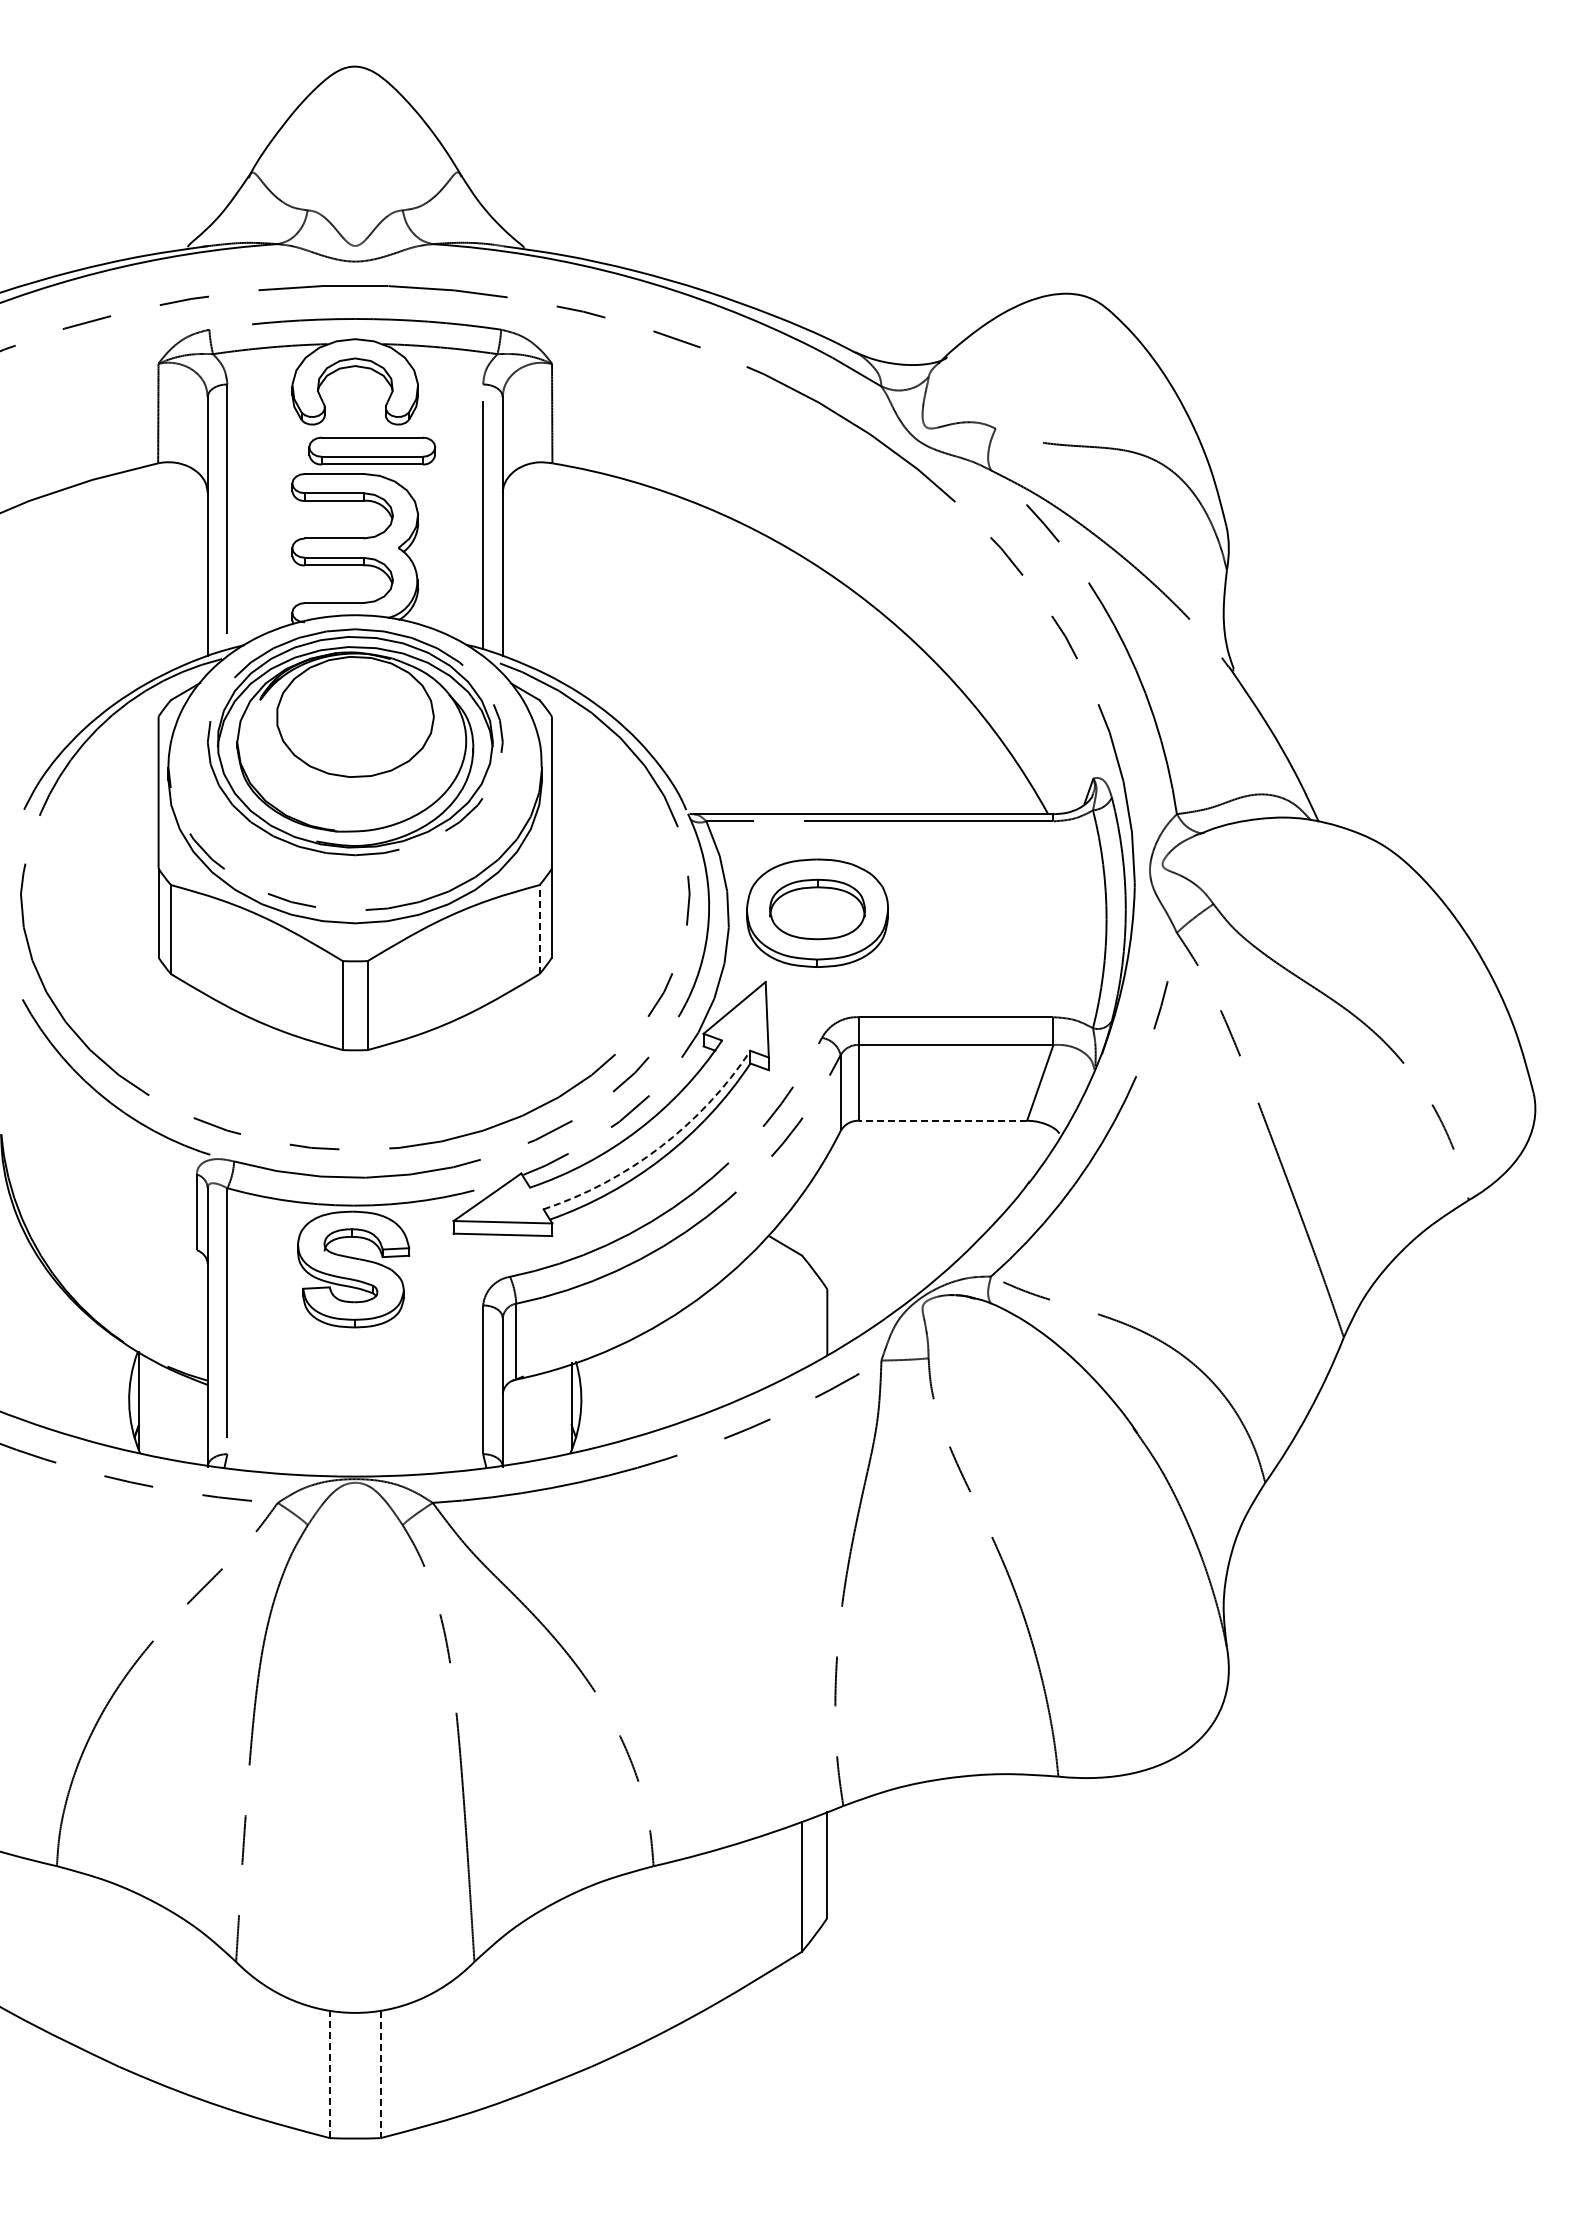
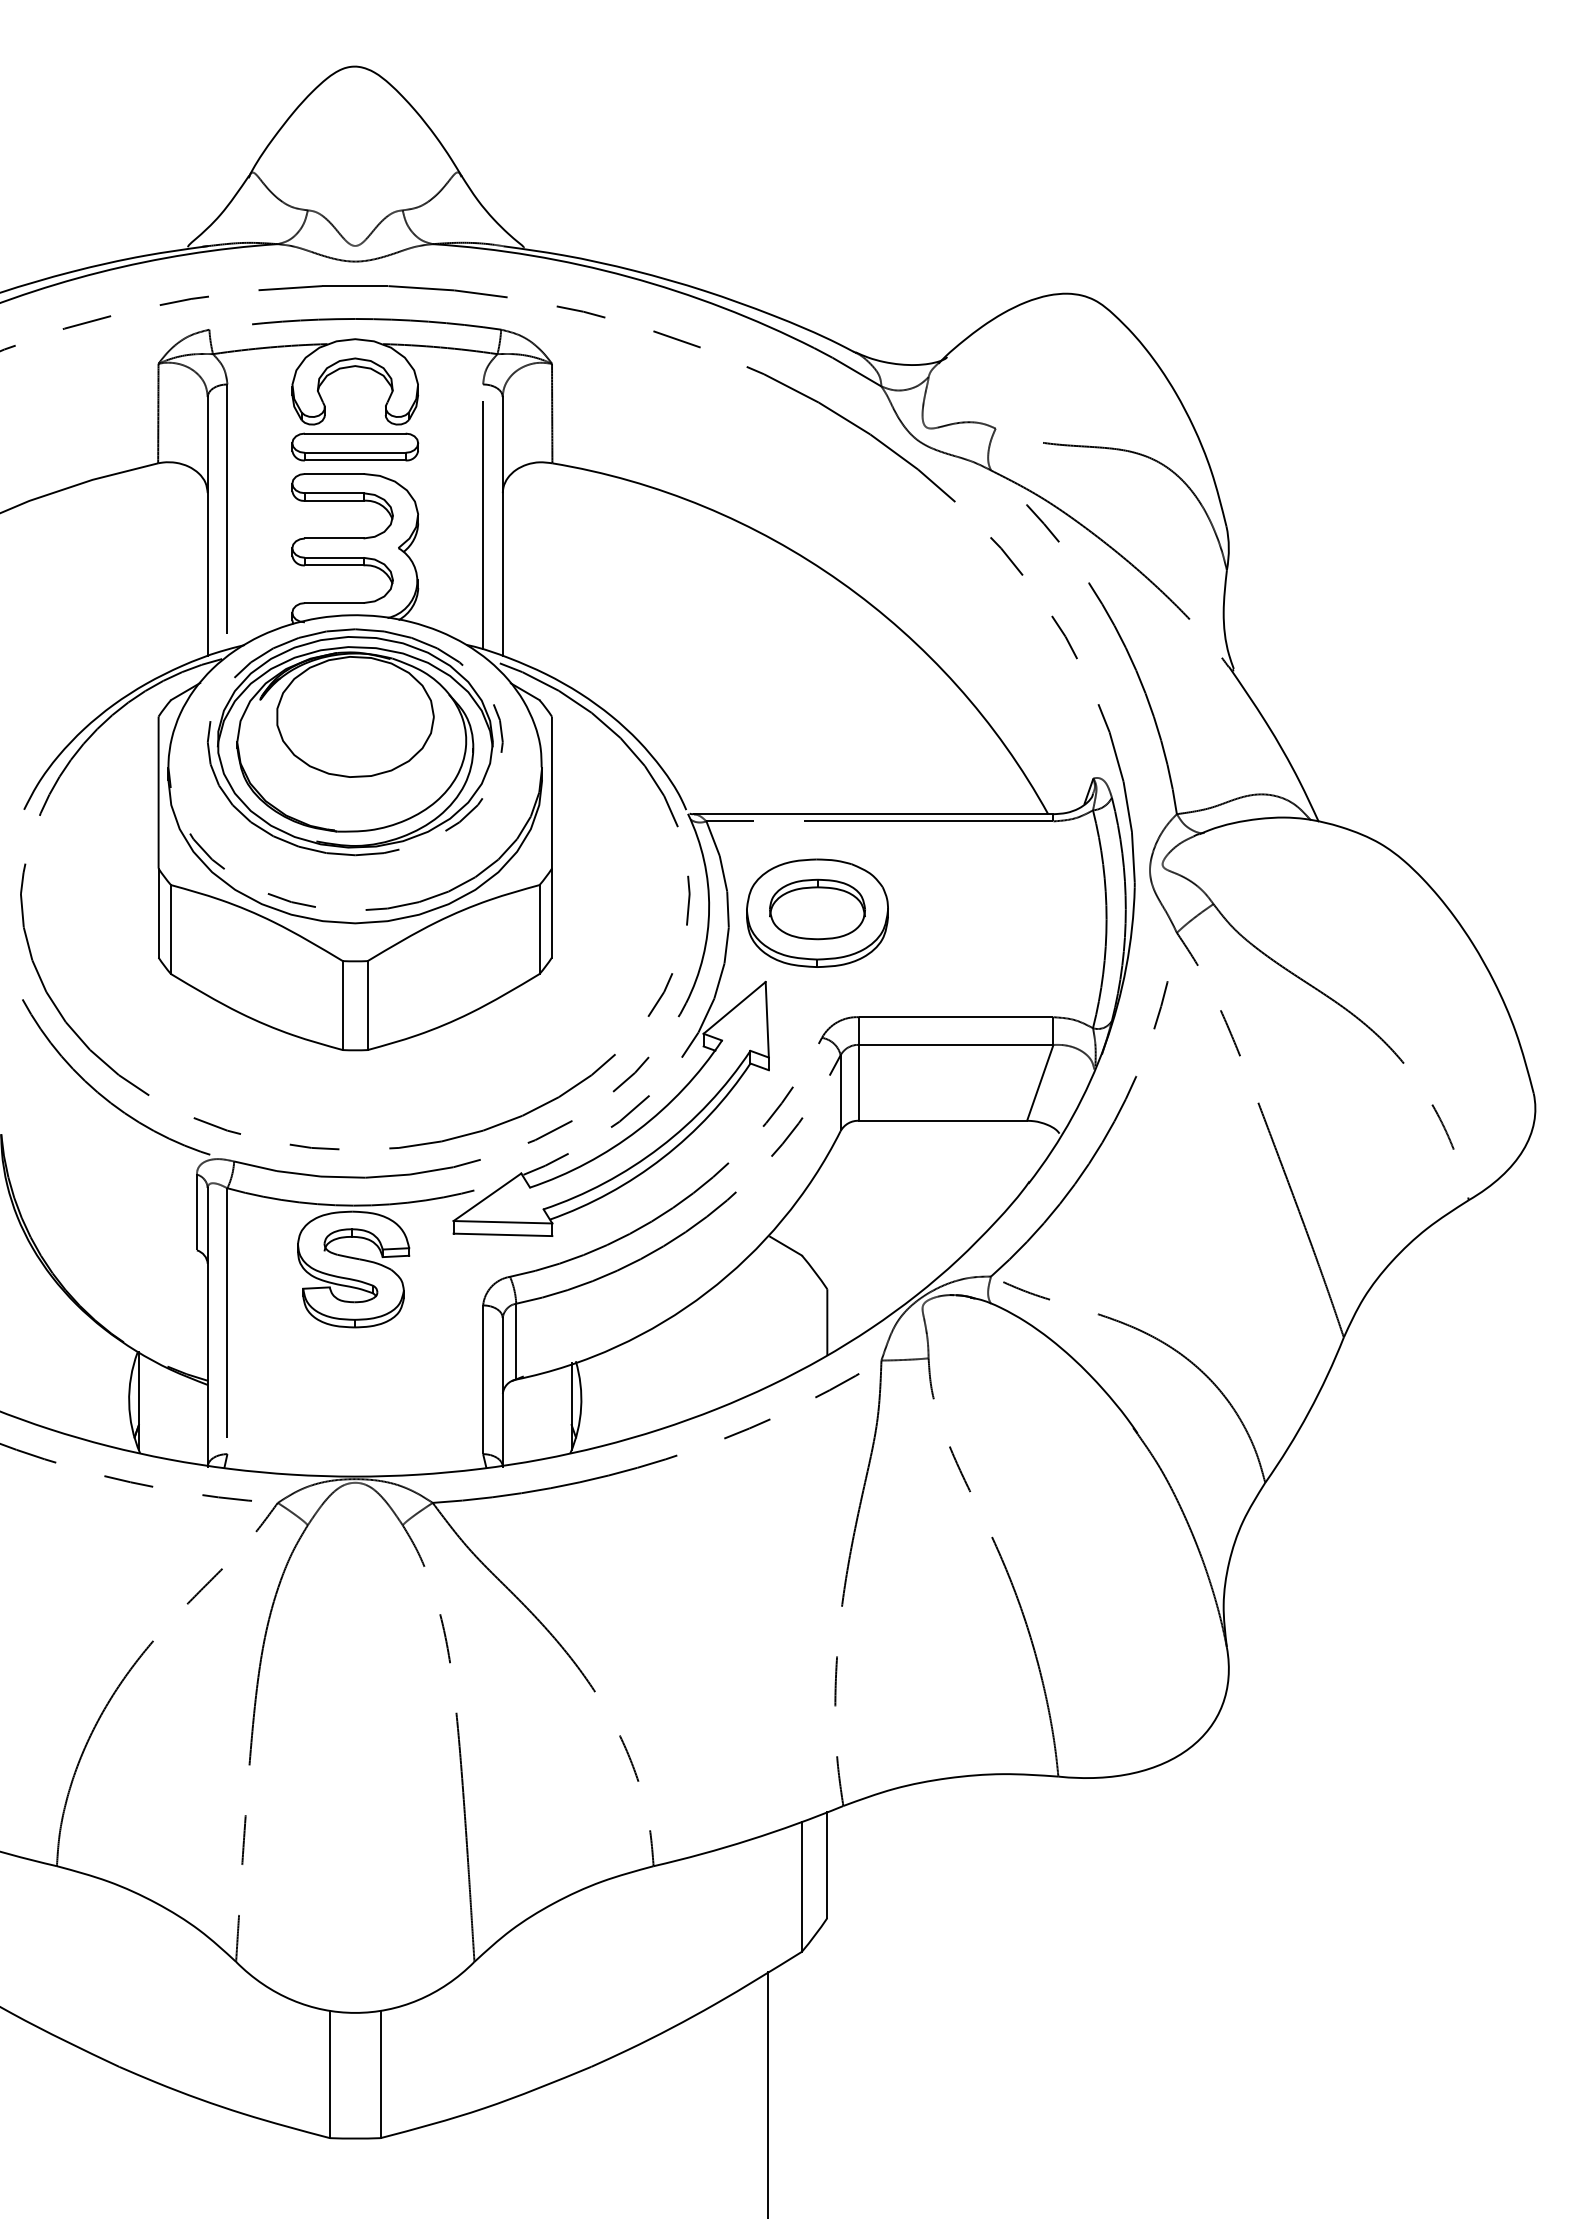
part at (372, 450) position: (372, 450) -> (355, 446)
line at (539, 929): dashed -> solid
line at (943, 1120): dashed -> solid
arc at (660, 1147): dashed -> solid
line at (329, 2074): dashed -> solid
line at (380, 2074): dashed -> solid
line at (768, 2093): none -> present
